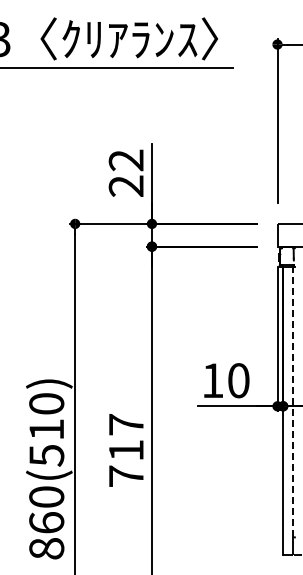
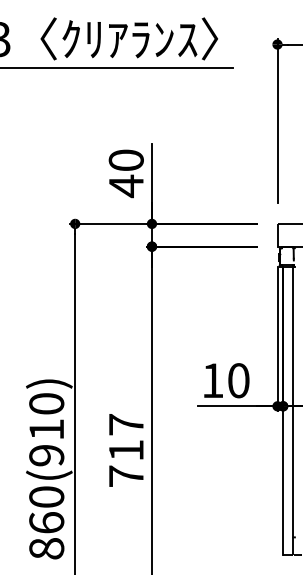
text at (125, 173): 22 -> 40
line at (293, 401): dashed -> solid
text at (46, 455): 860(510) -> 860(910)
